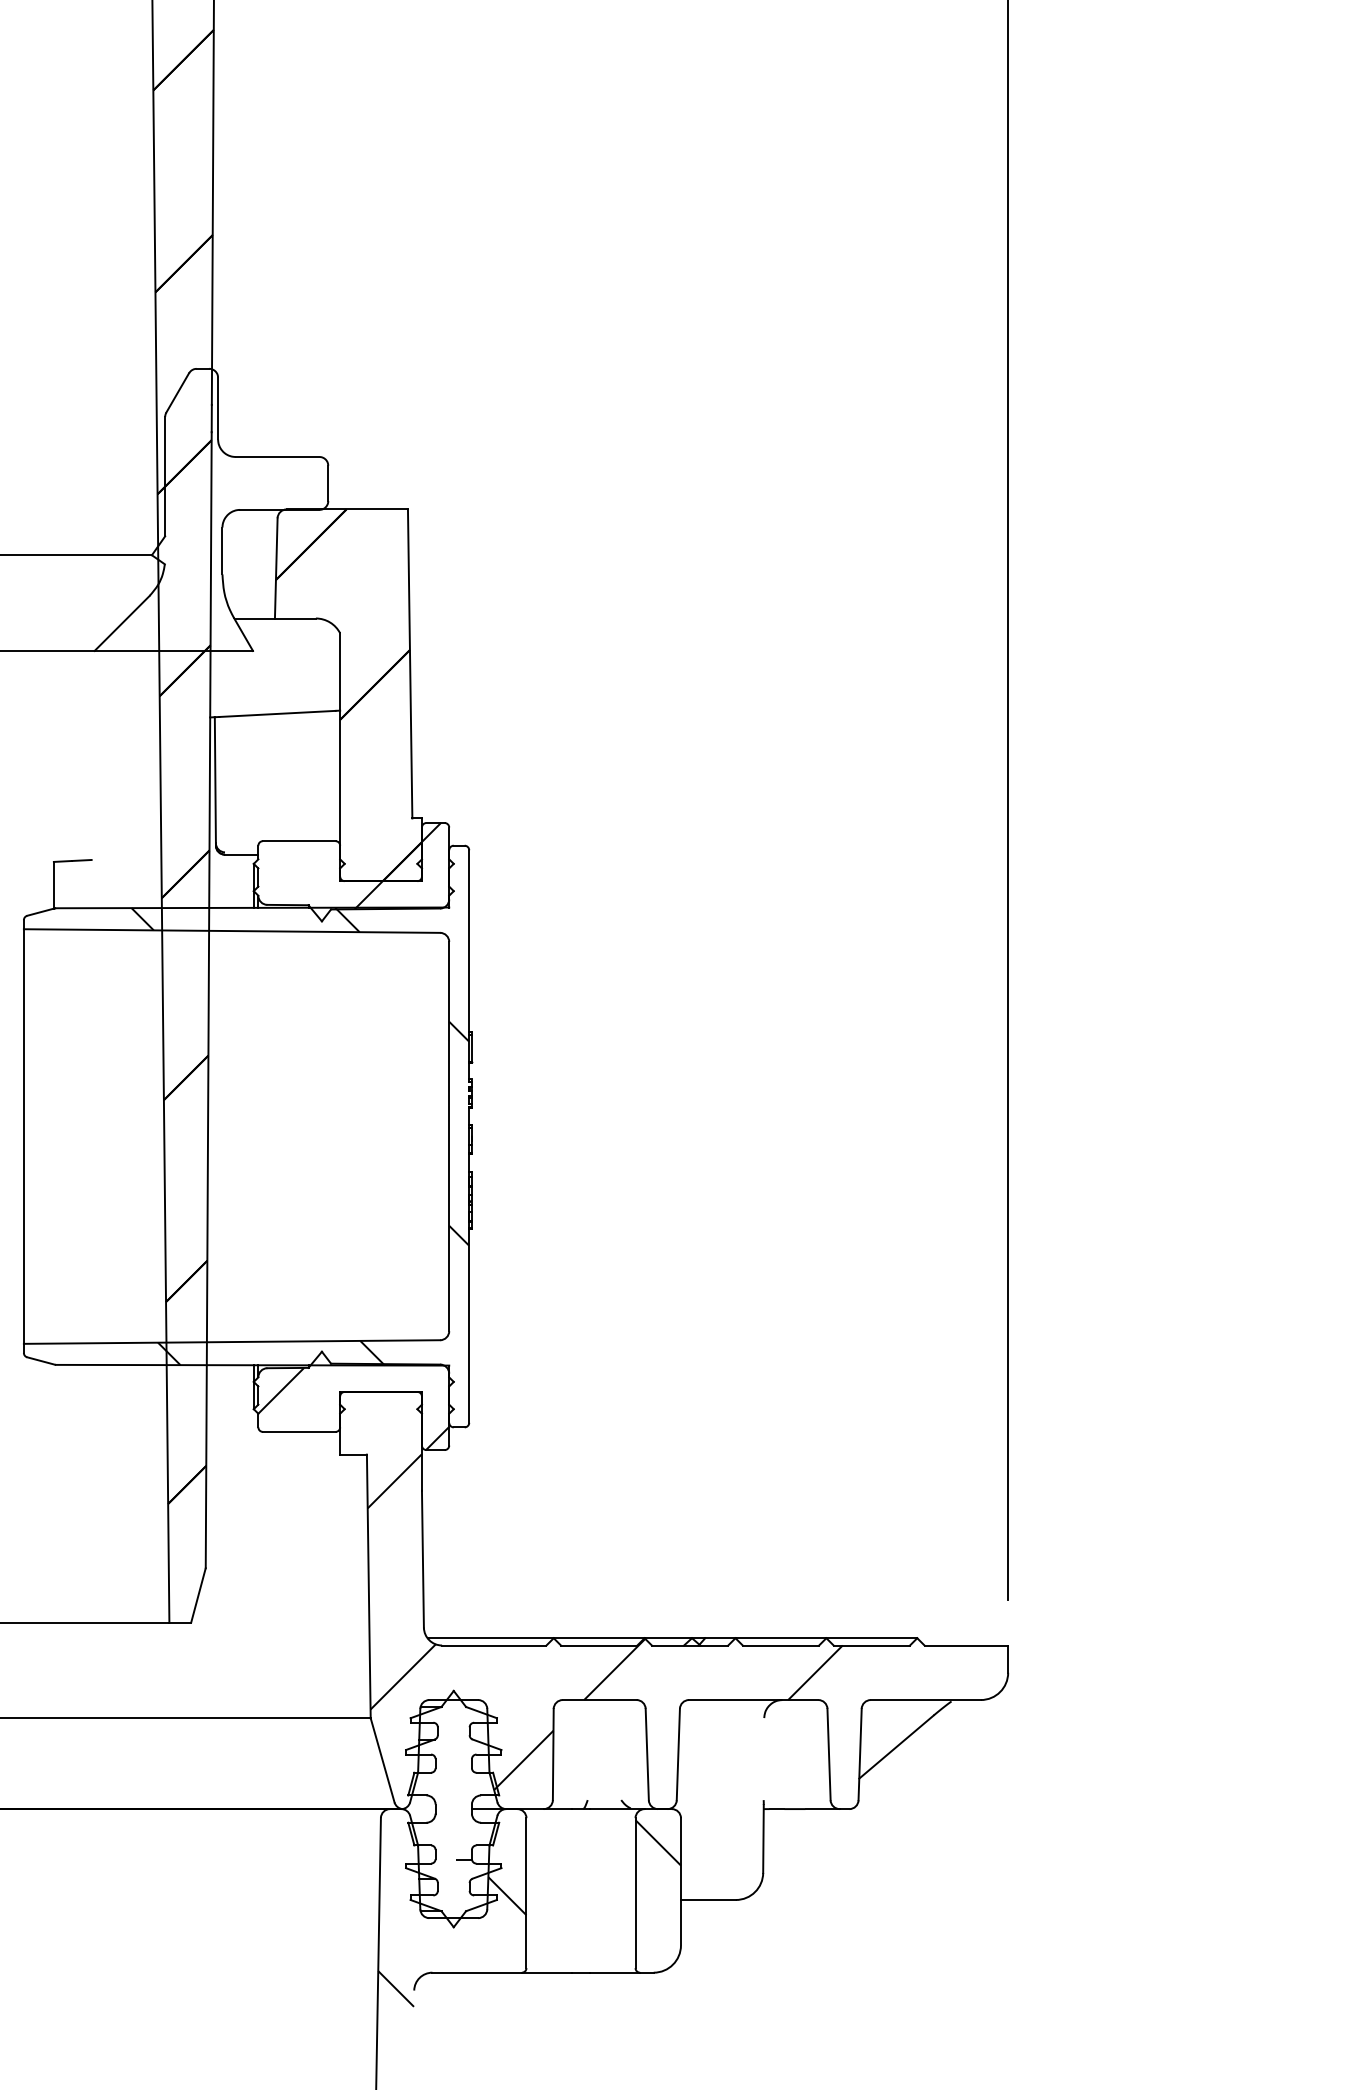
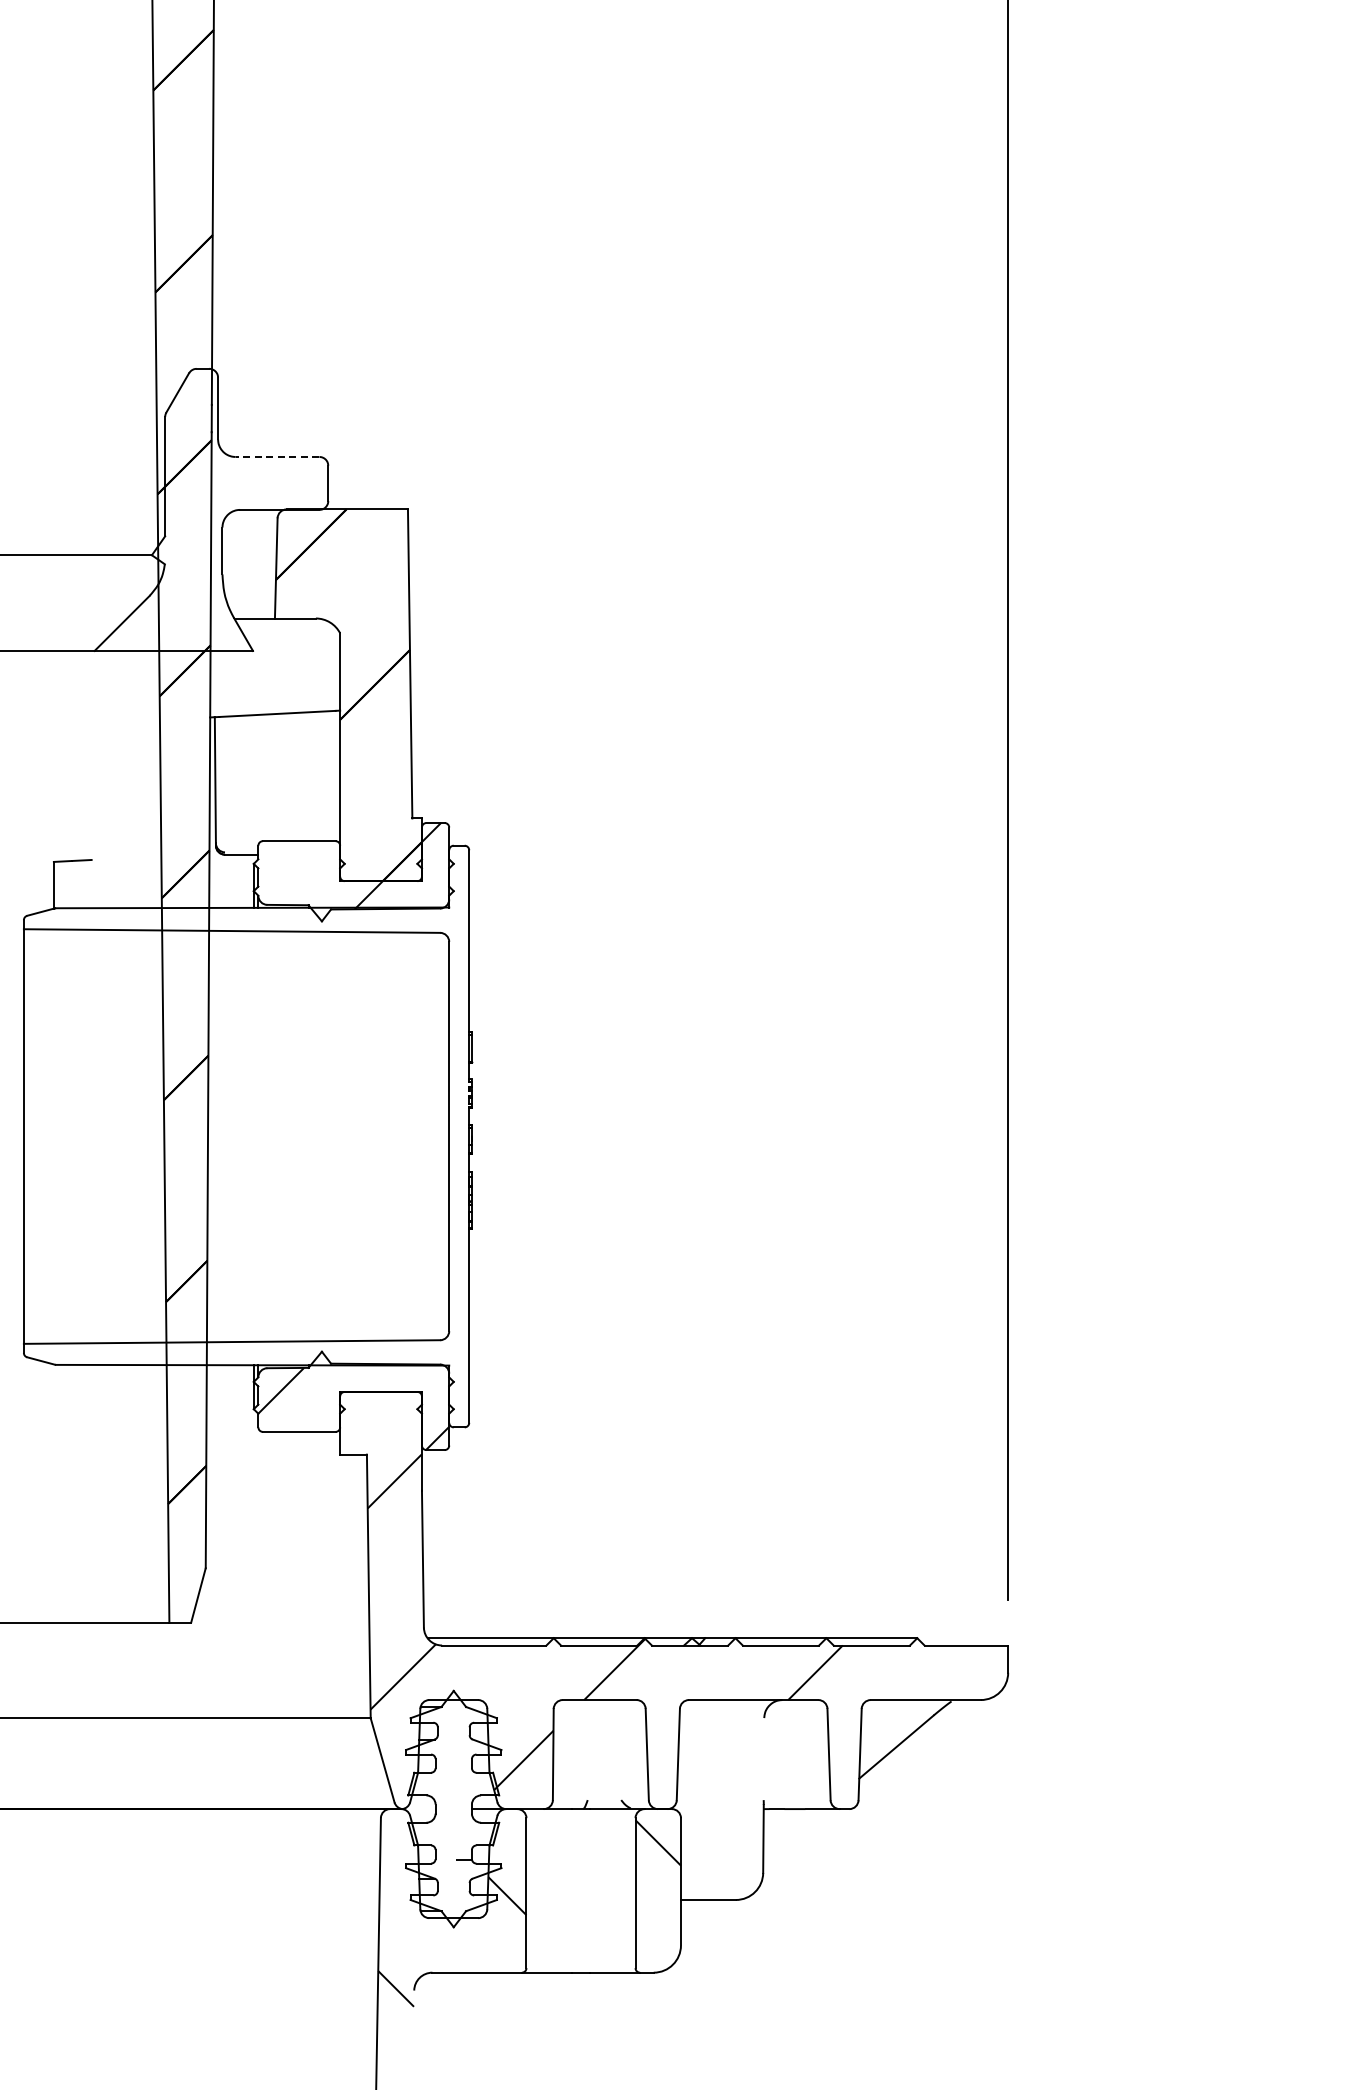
line at (277, 457): solid -> dashed
hatch at (300, 1136): present -> none
